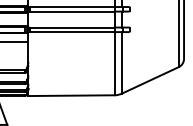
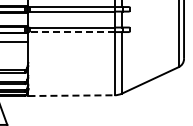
line at (71, 32): solid -> dashed
line at (71, 95): solid -> dashed
